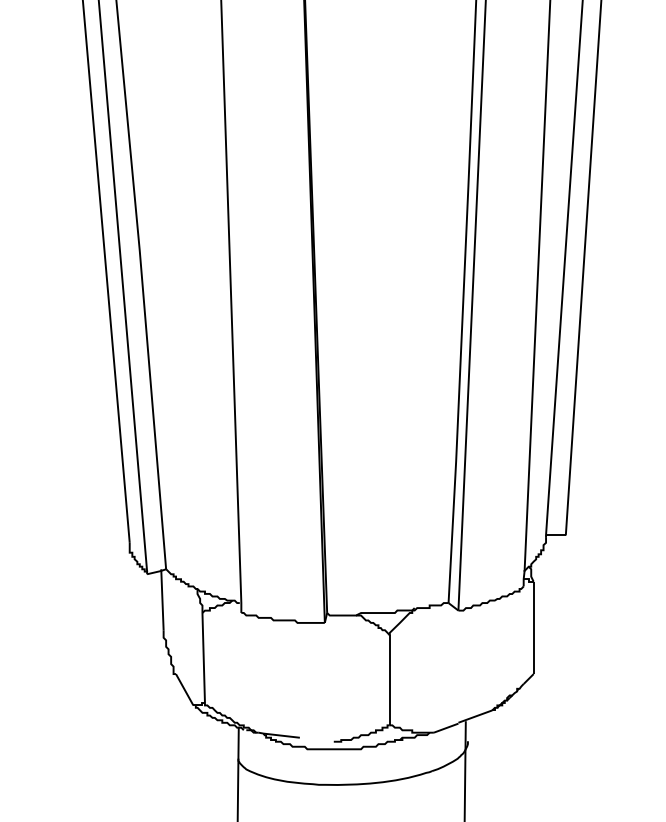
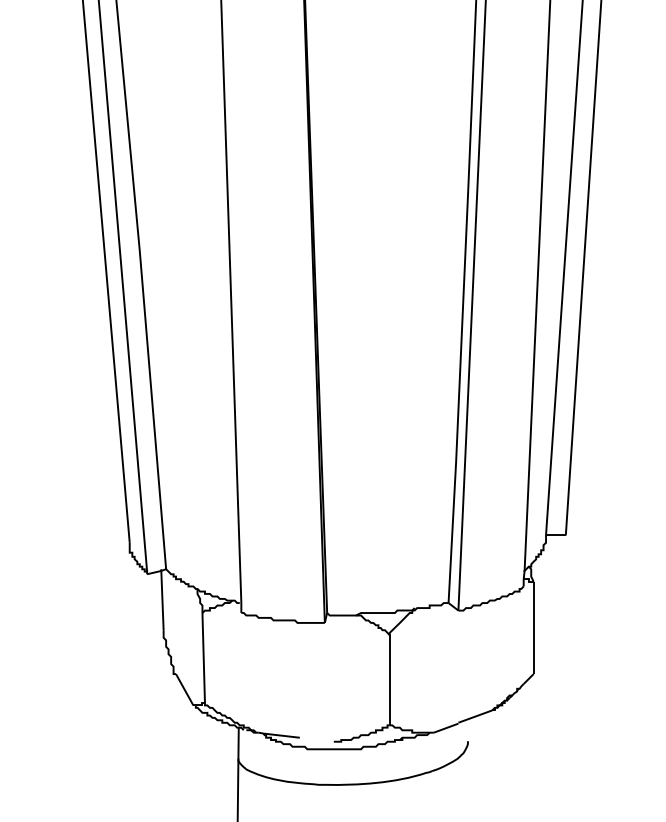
line at (464, 770): present -> none
